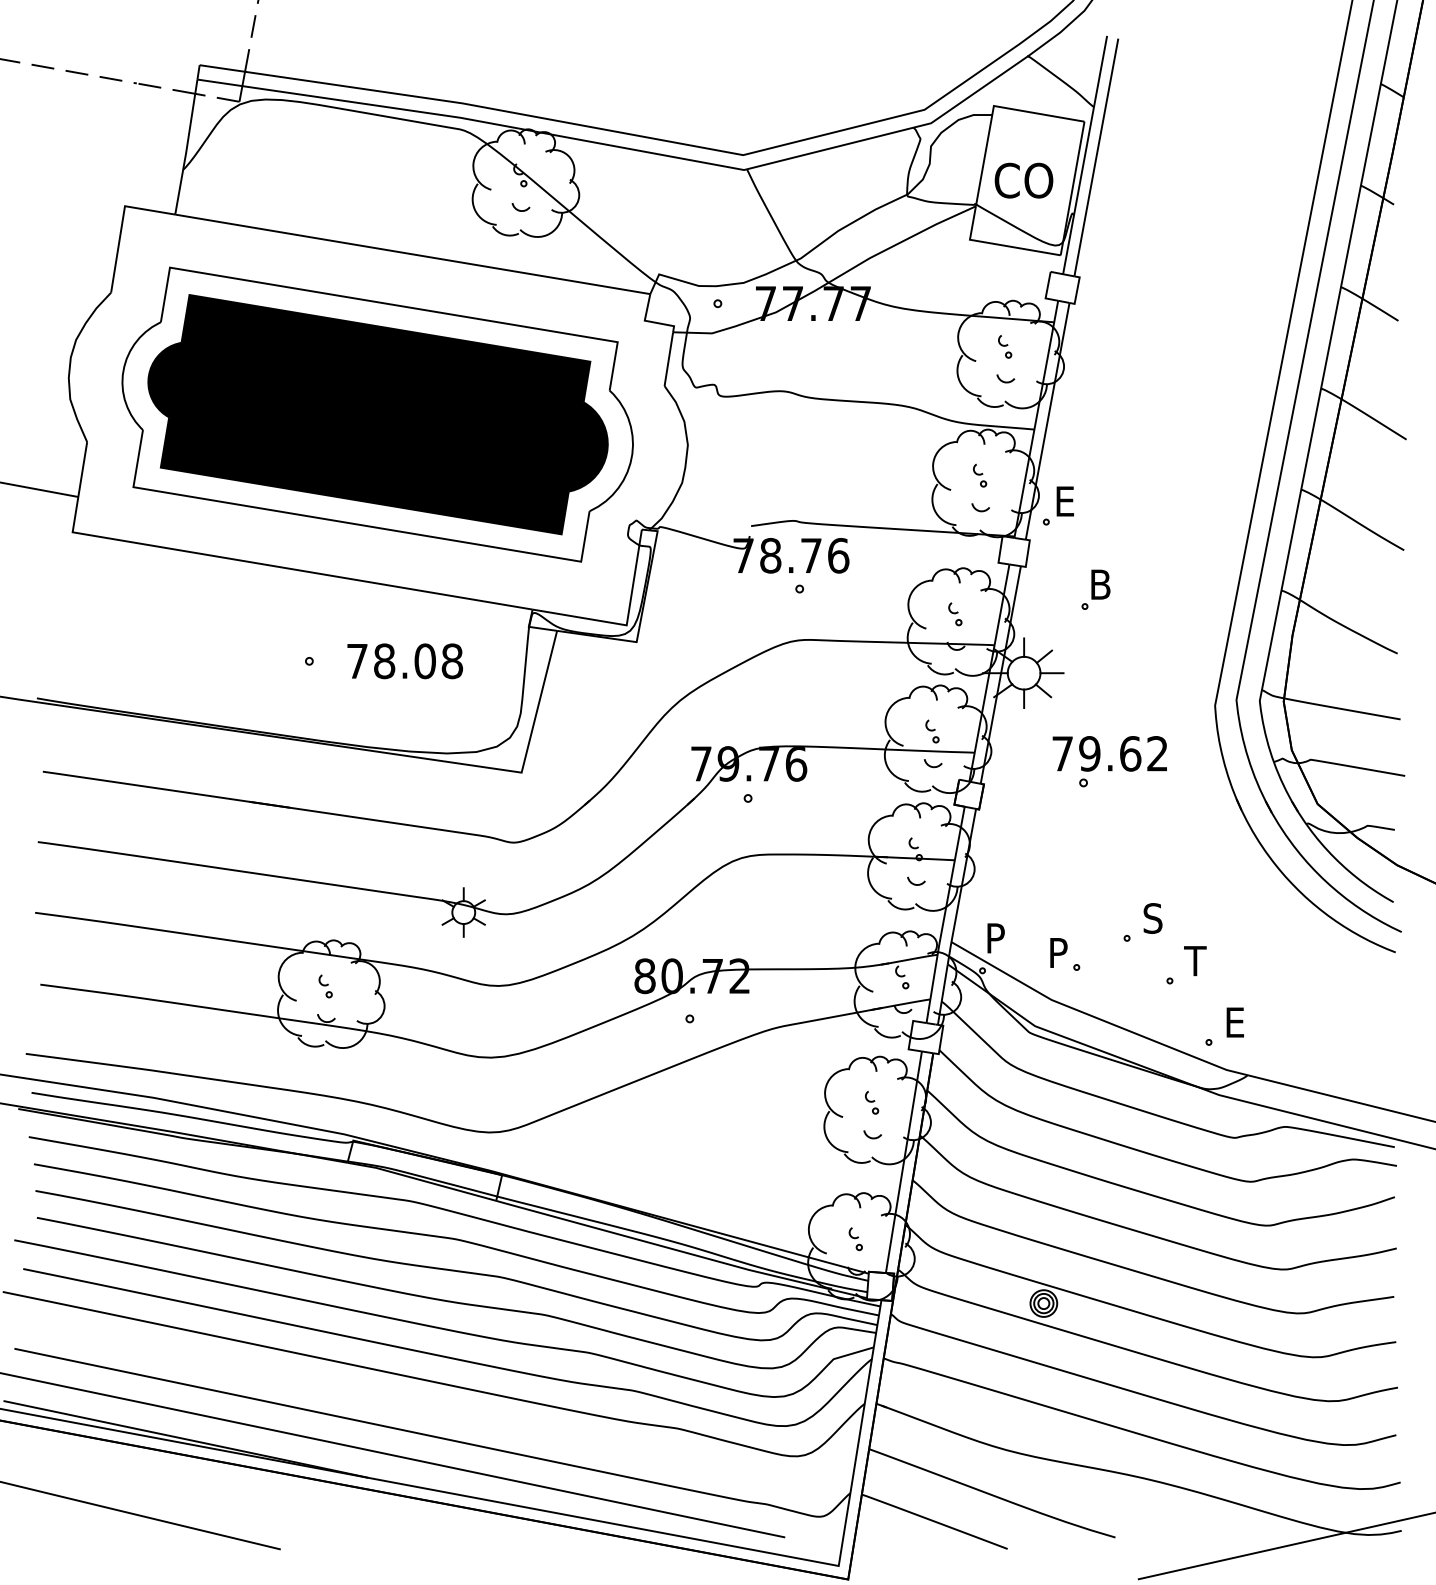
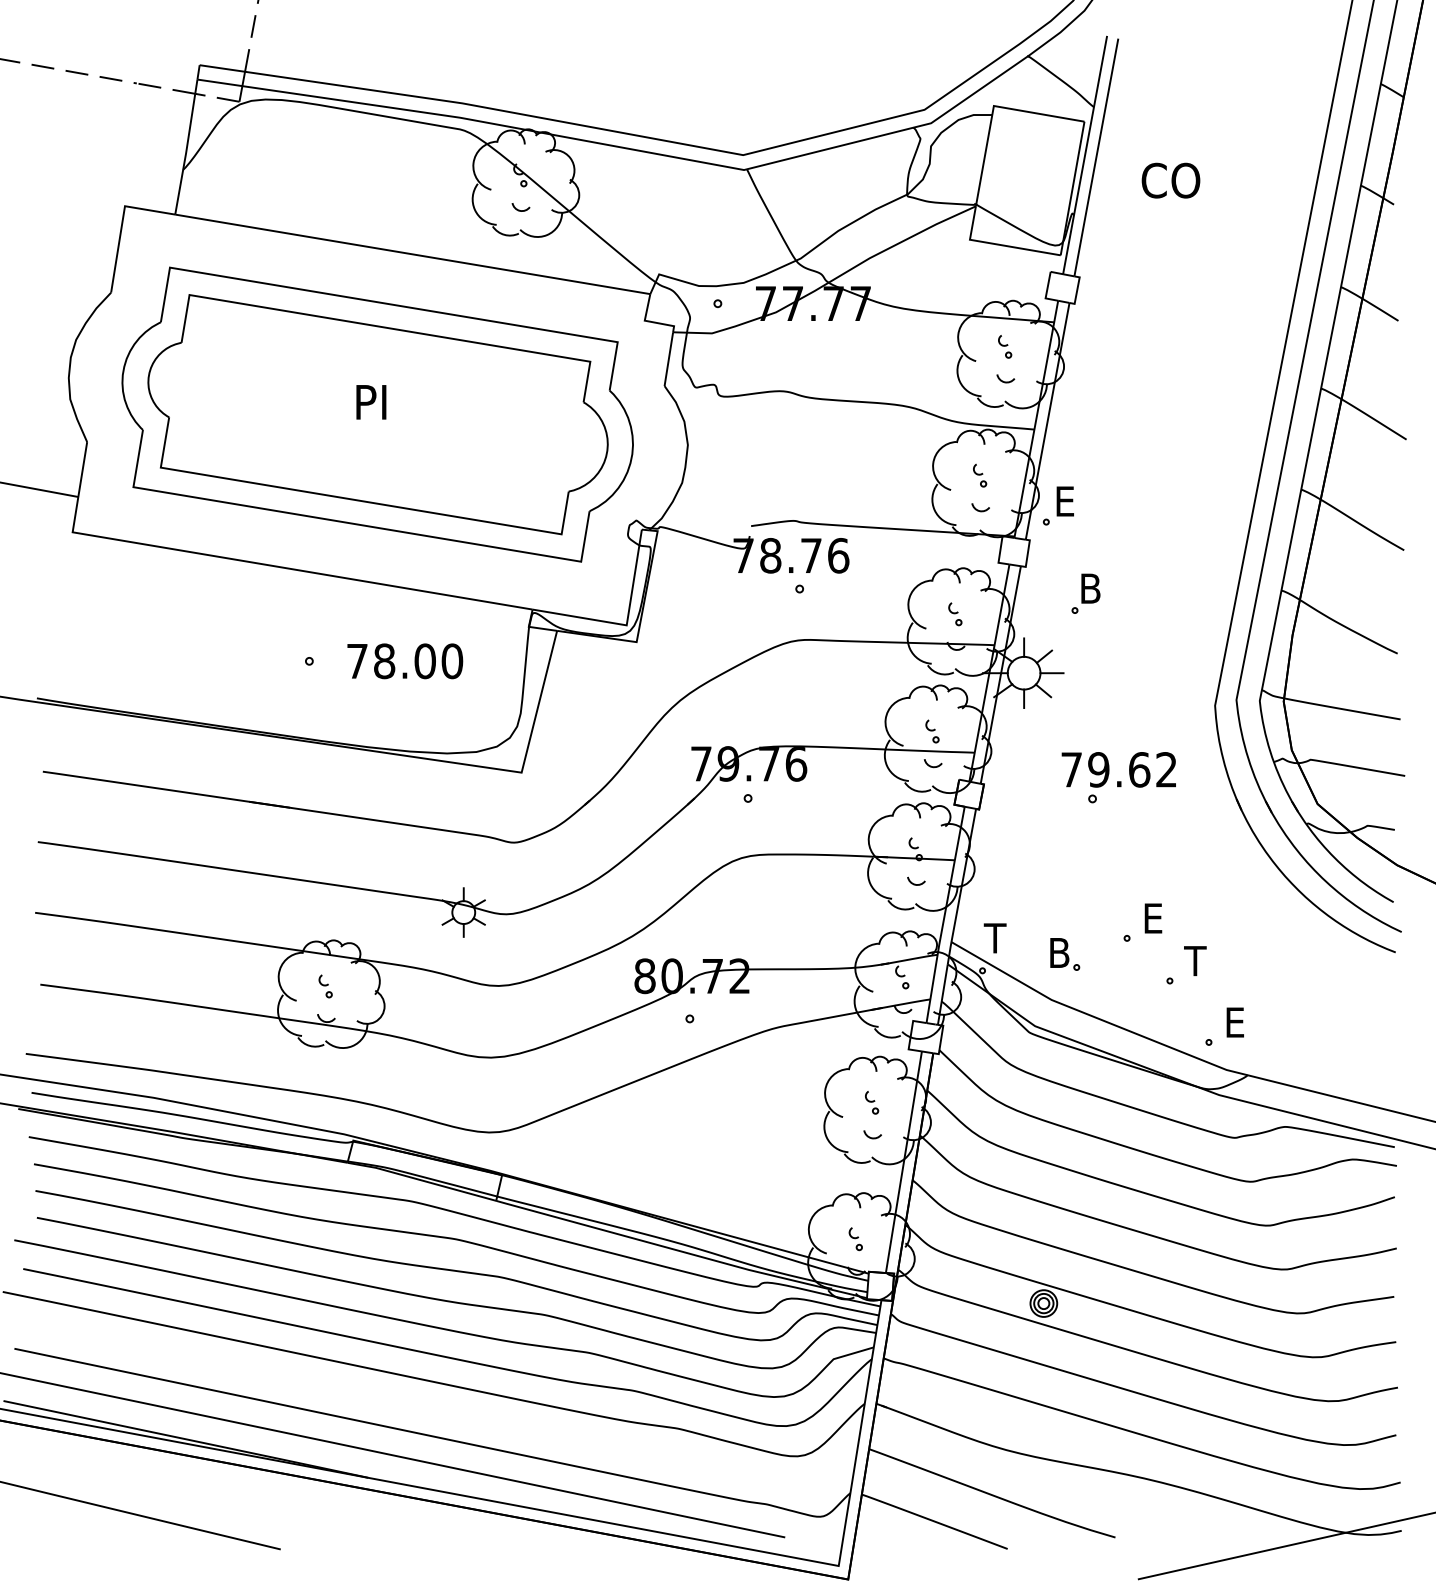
text at (1023, 180) position: (1023, 180) -> (1170, 180)
fill at (377, 414): present -> none
part at (1095, 589) position: (1095, 589) -> (1085, 593)
text at (452, 661): 78.08 -> 78.00
part at (1109, 761) position: (1109, 761) -> (1118, 777)
text at (1152, 918): S -> E
text at (994, 938): P -> T
text at (1061, 952): P -> B
